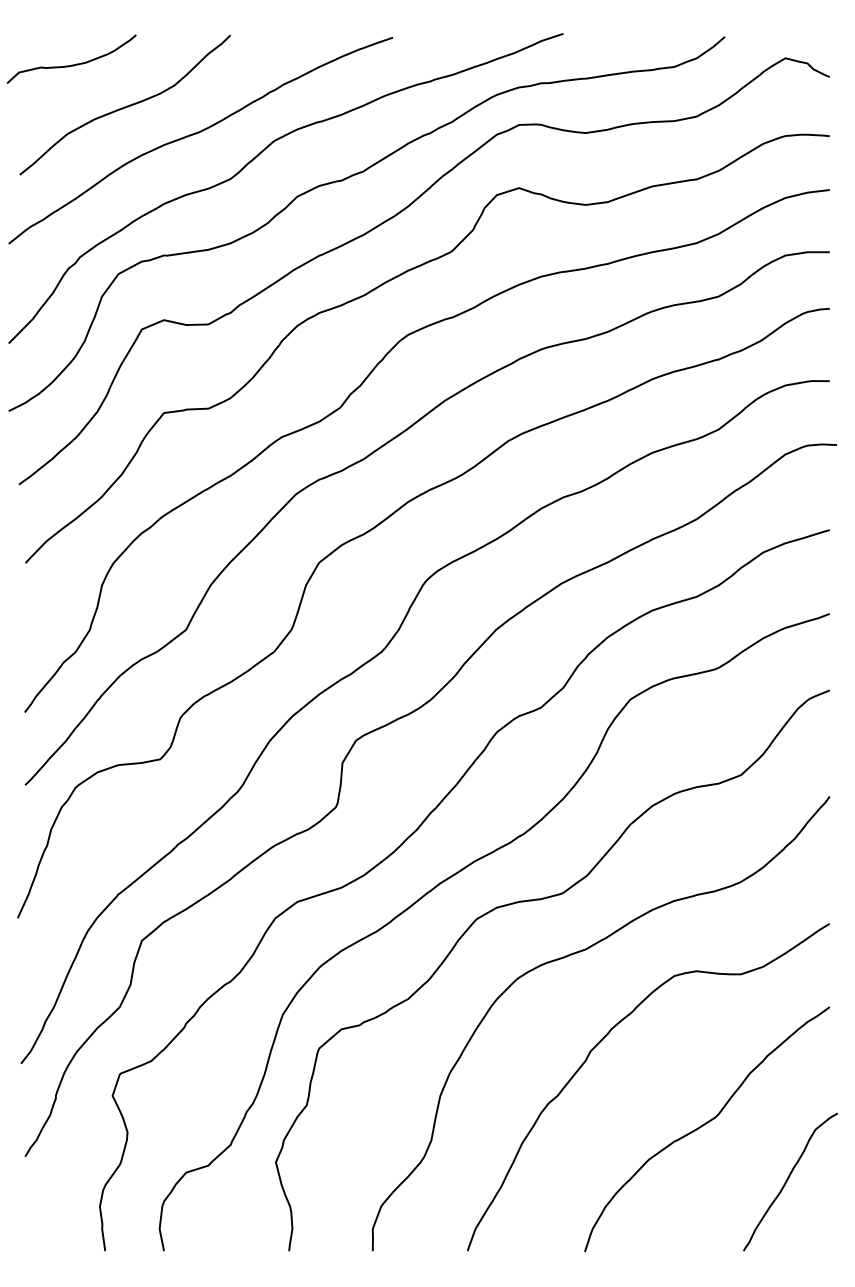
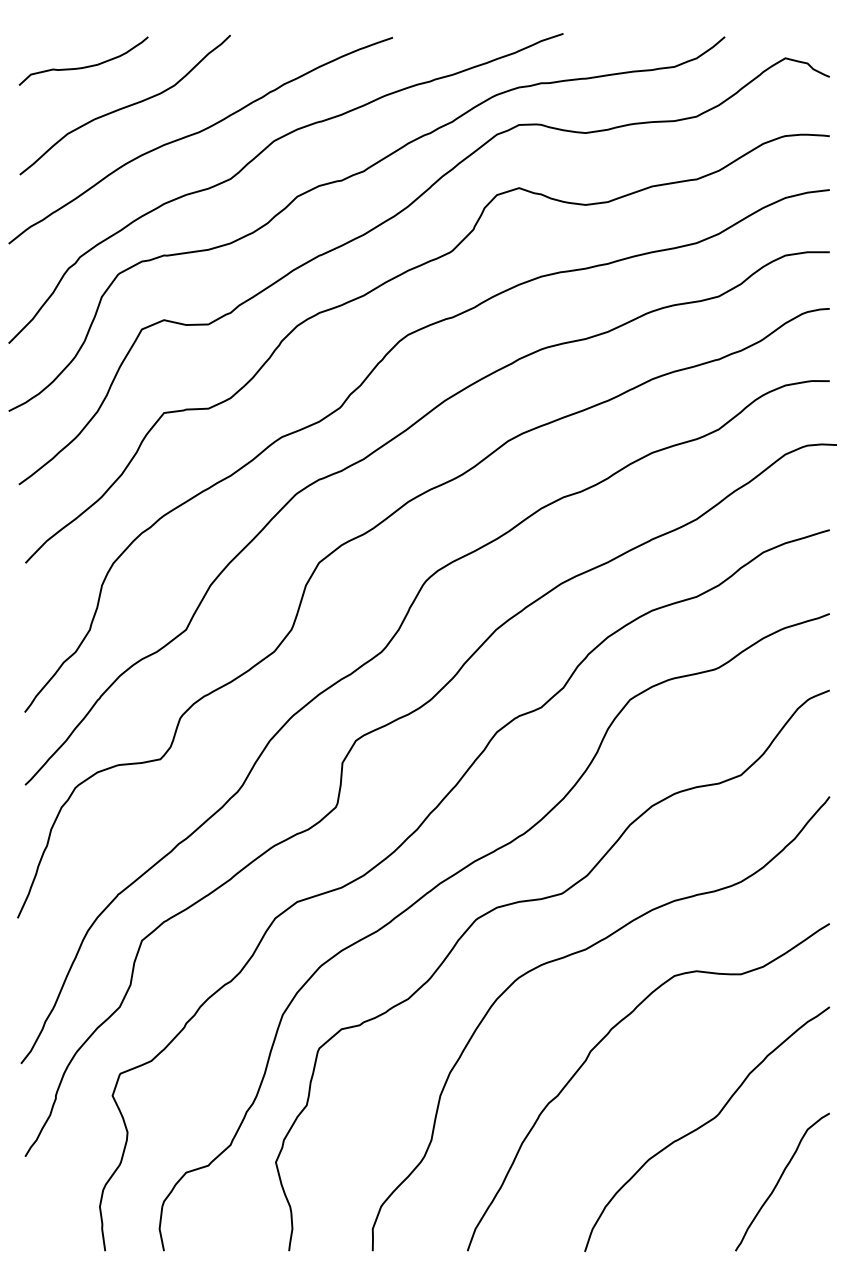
curve at (71, 64) position: (71, 64) -> (83, 66)
curve at (788, 1179) position: (788, 1179) -> (780, 1179)
